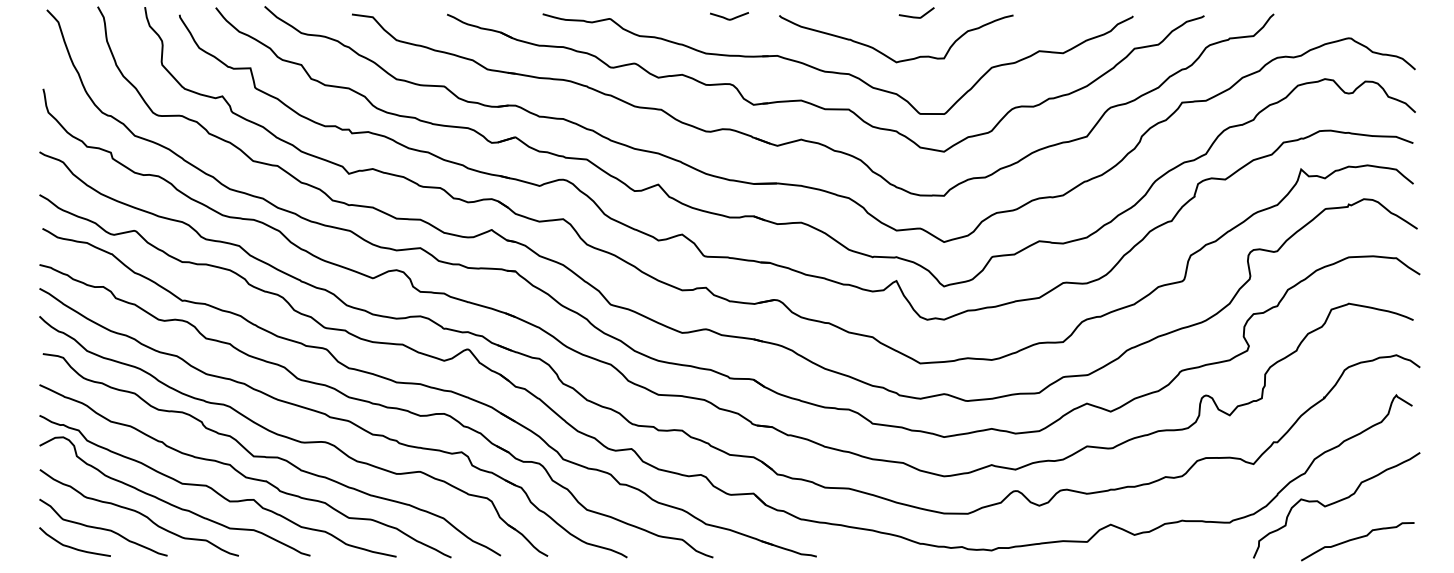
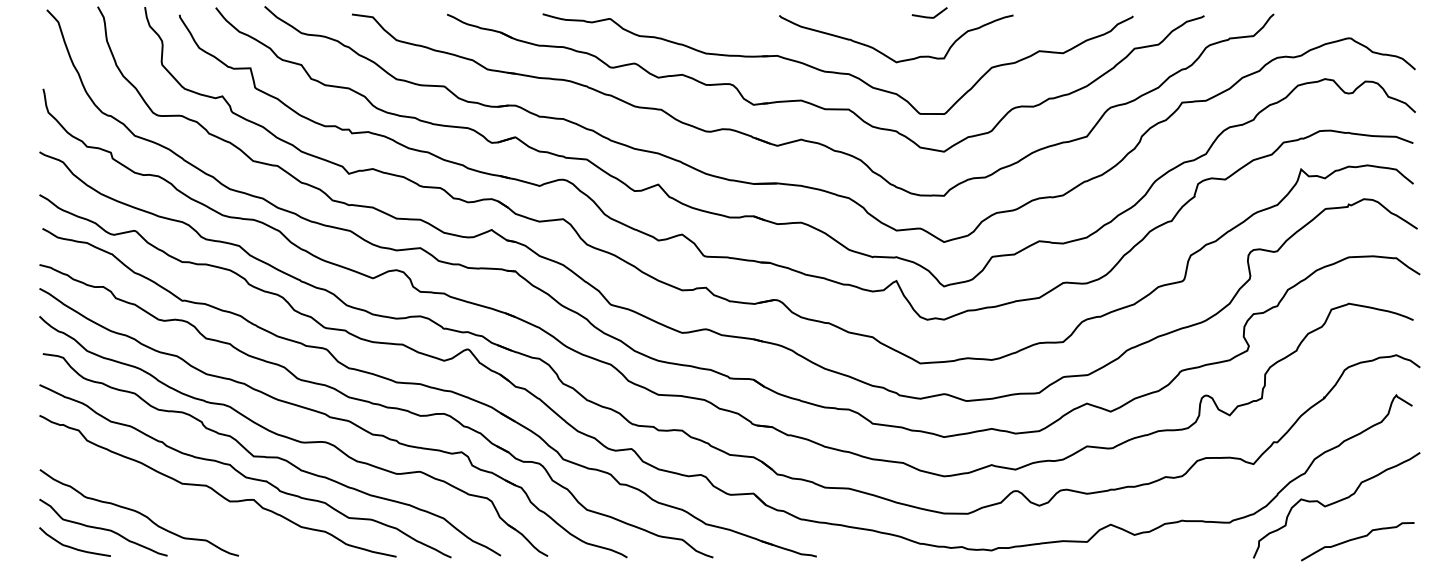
curve at (916, 16) position: (916, 16) -> (929, 16)
curve at (729, 18): present -> none
curve at (171, 503): present -> none
